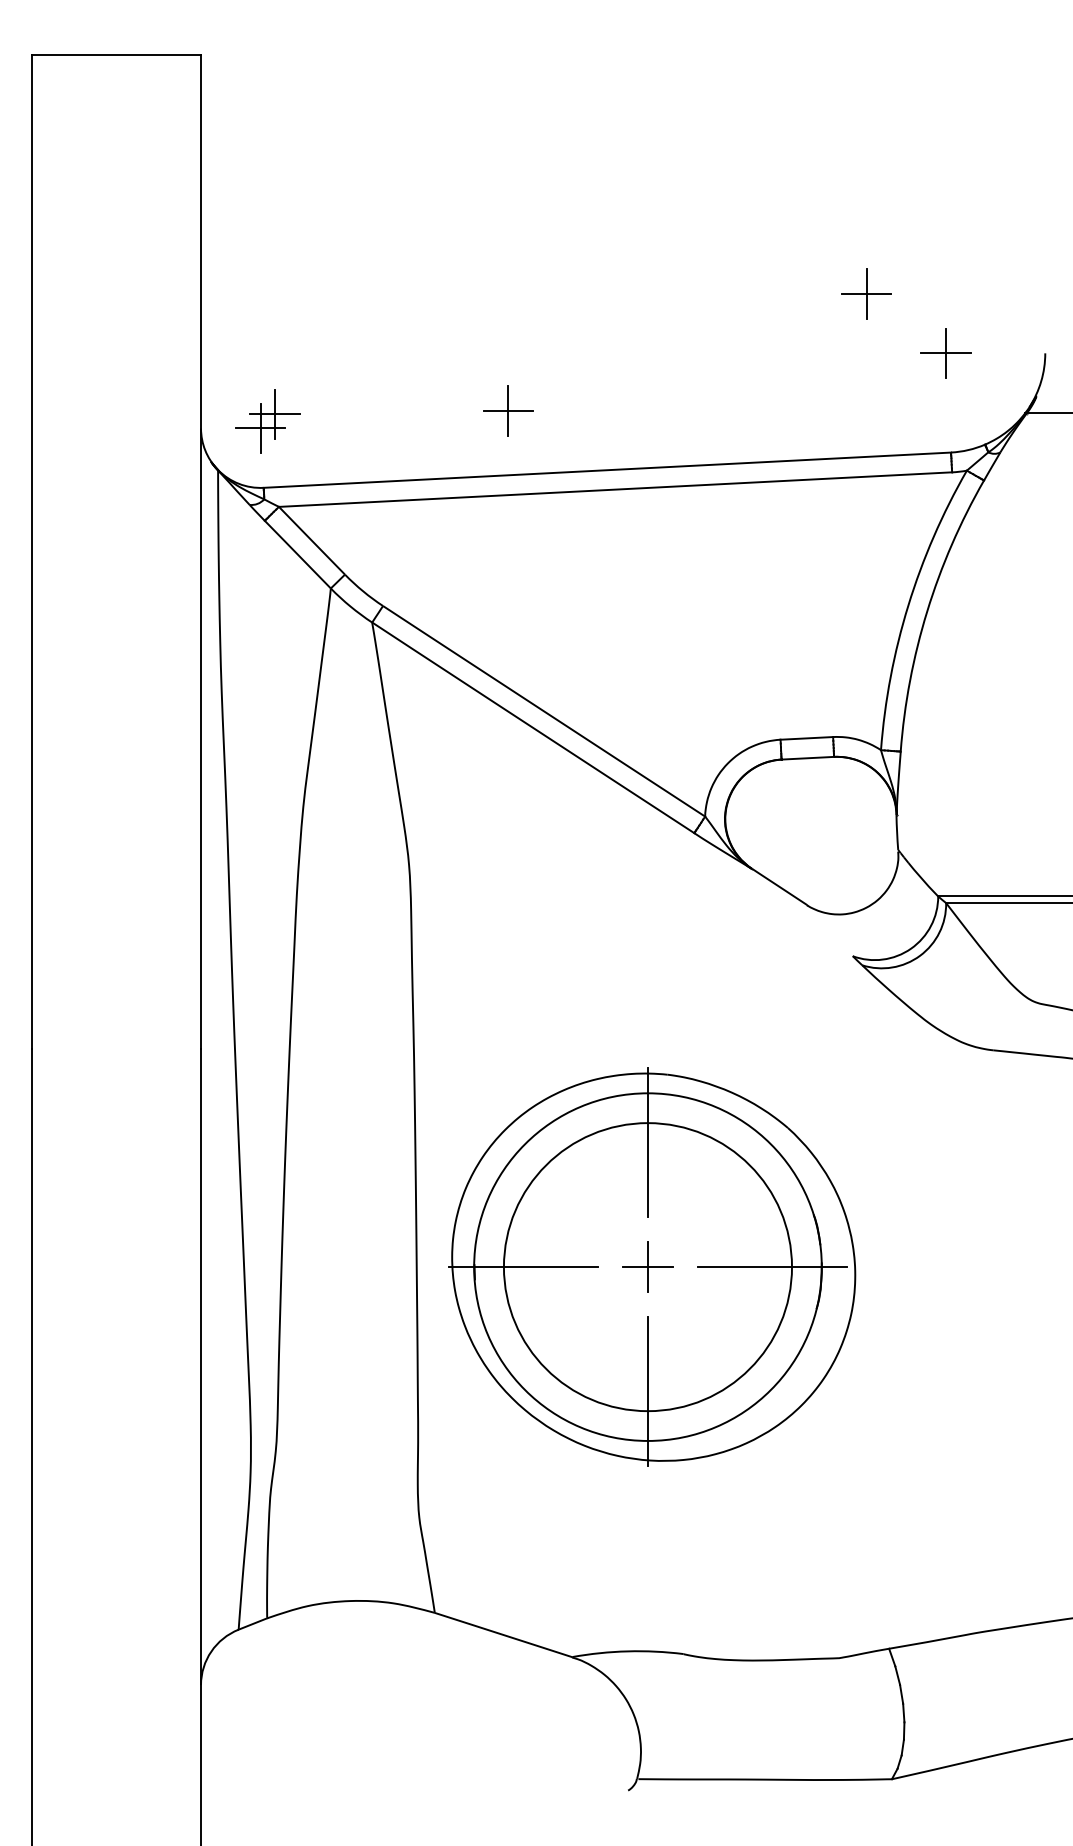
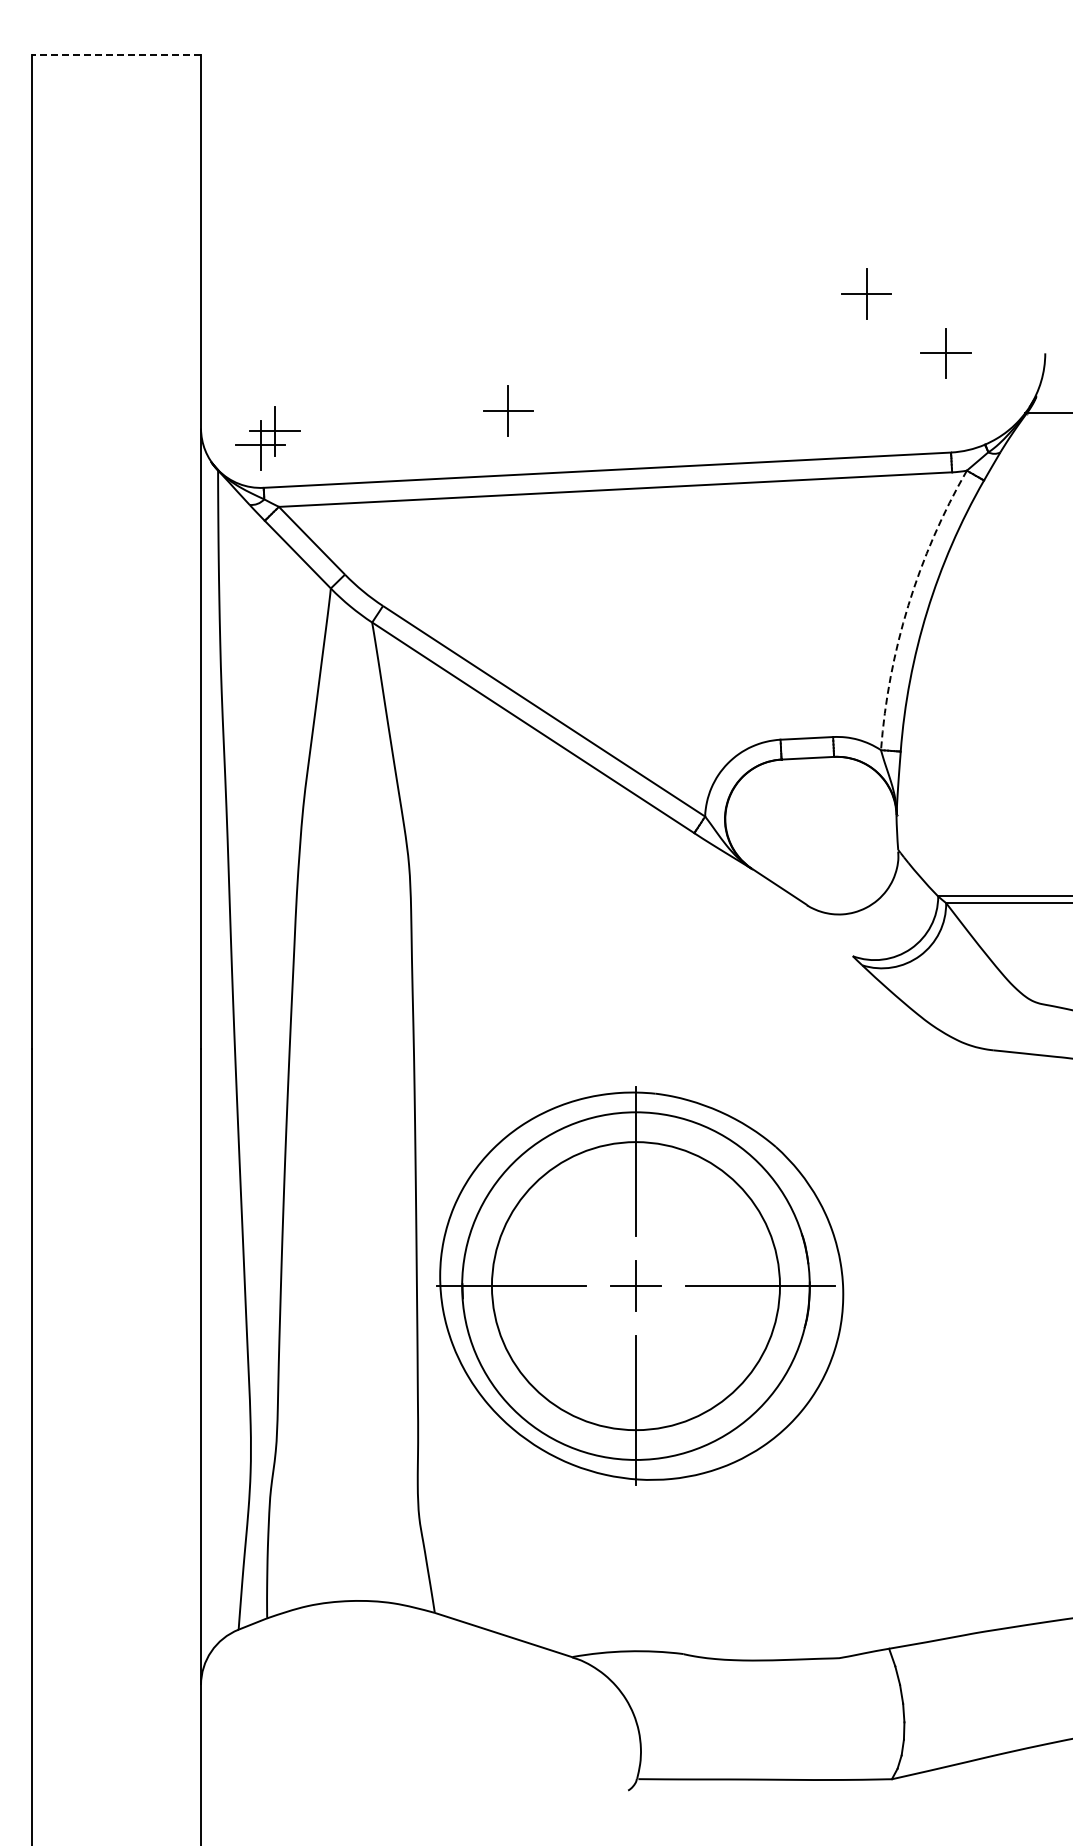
line at (116, 55): solid -> dashed
part at (267, 421) position: (267, 421) -> (267, 438)
arc at (908, 605): solid -> dashed
part at (652, 1266) position: (652, 1266) -> (640, 1285)
